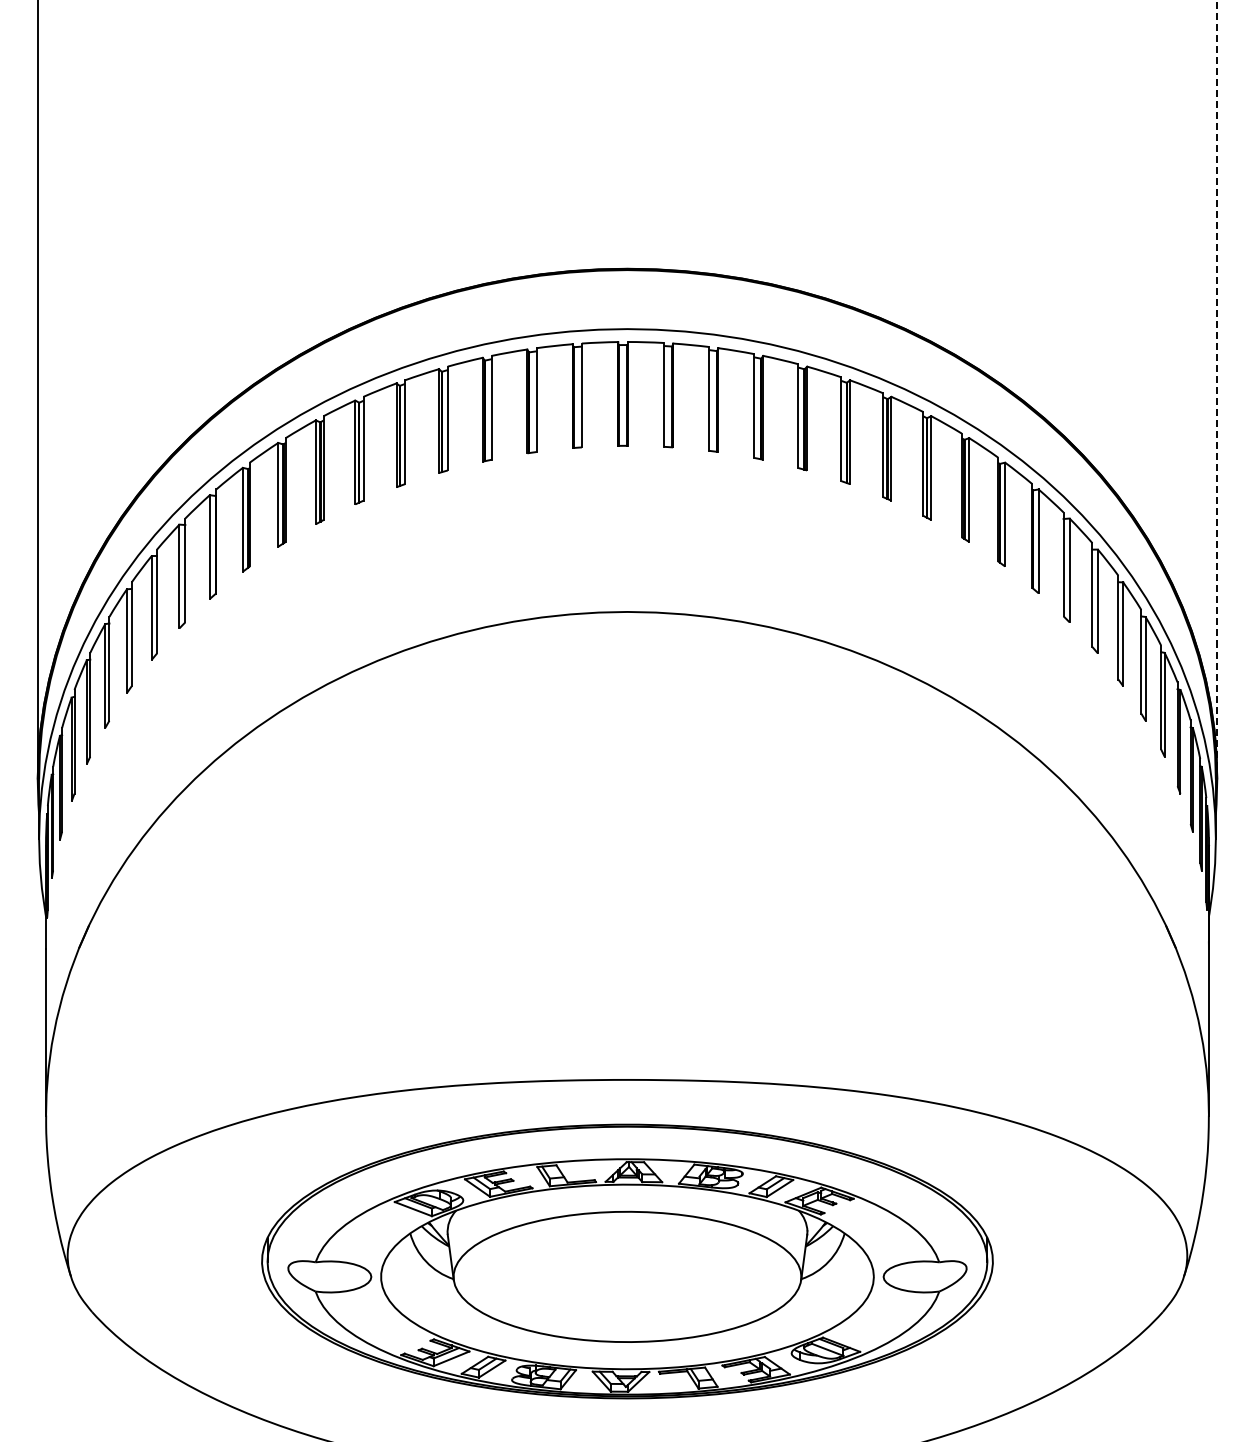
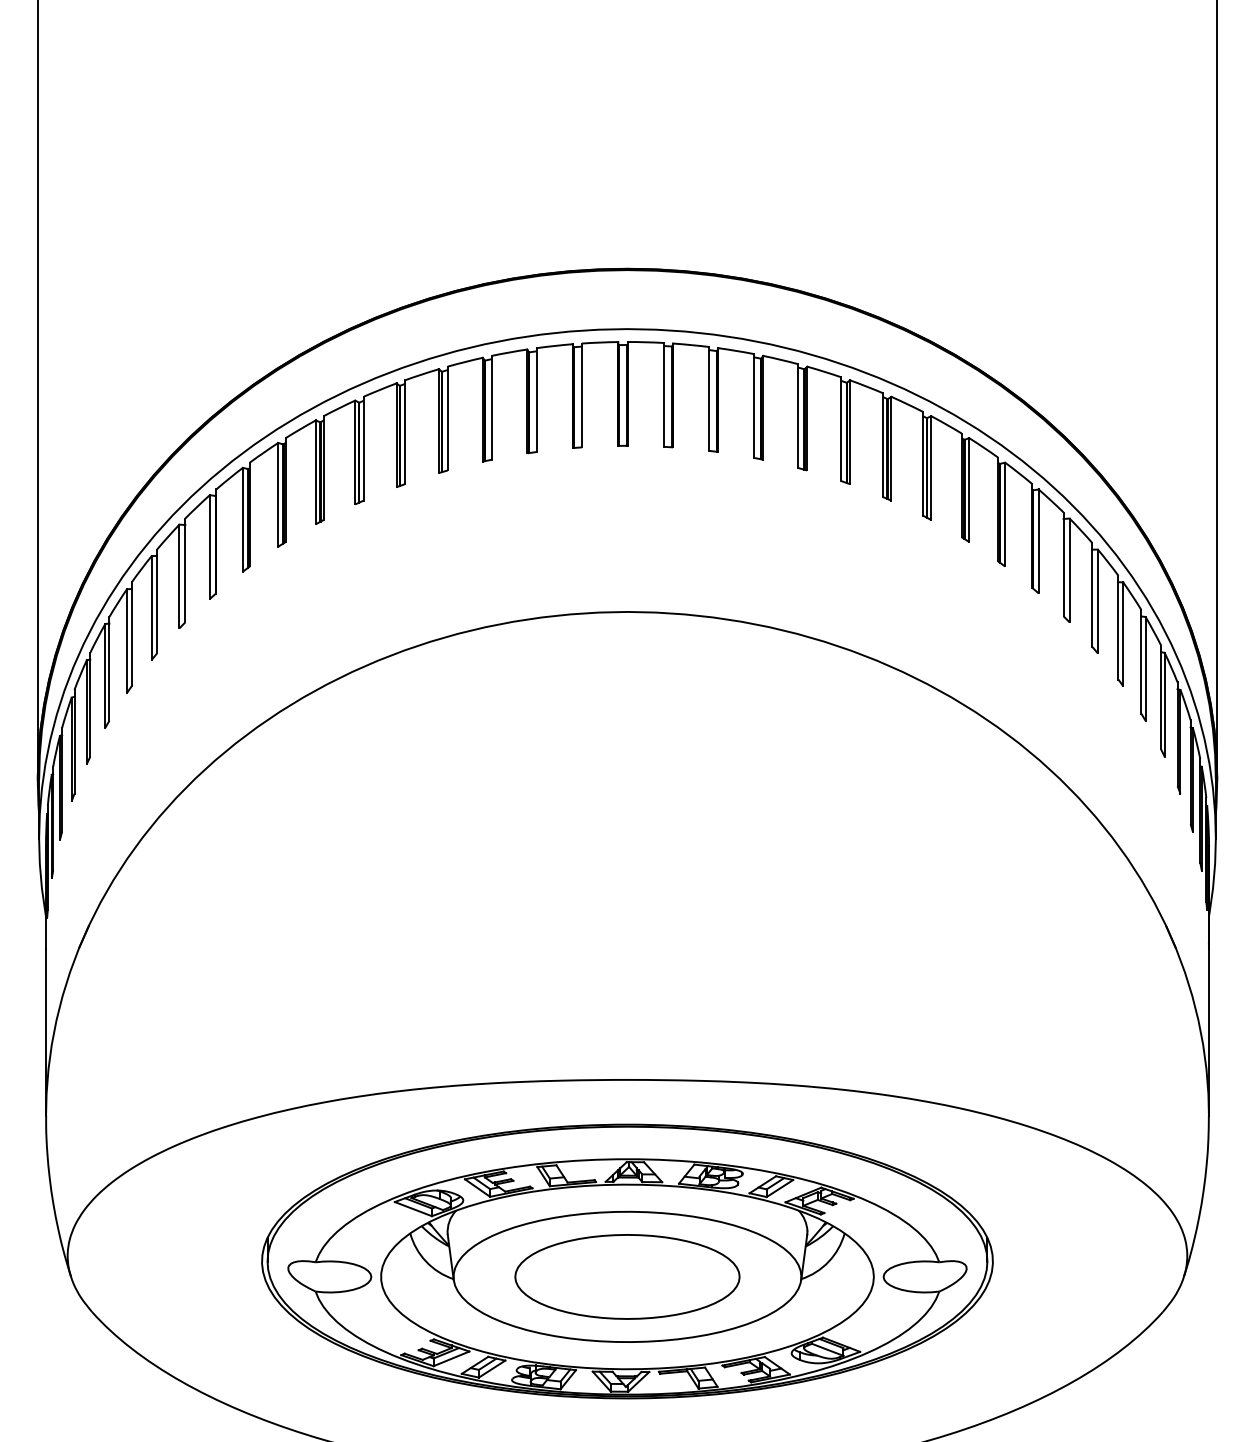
line at (1217, 389): dashed -> solid
part at (627, 1276): none -> present
